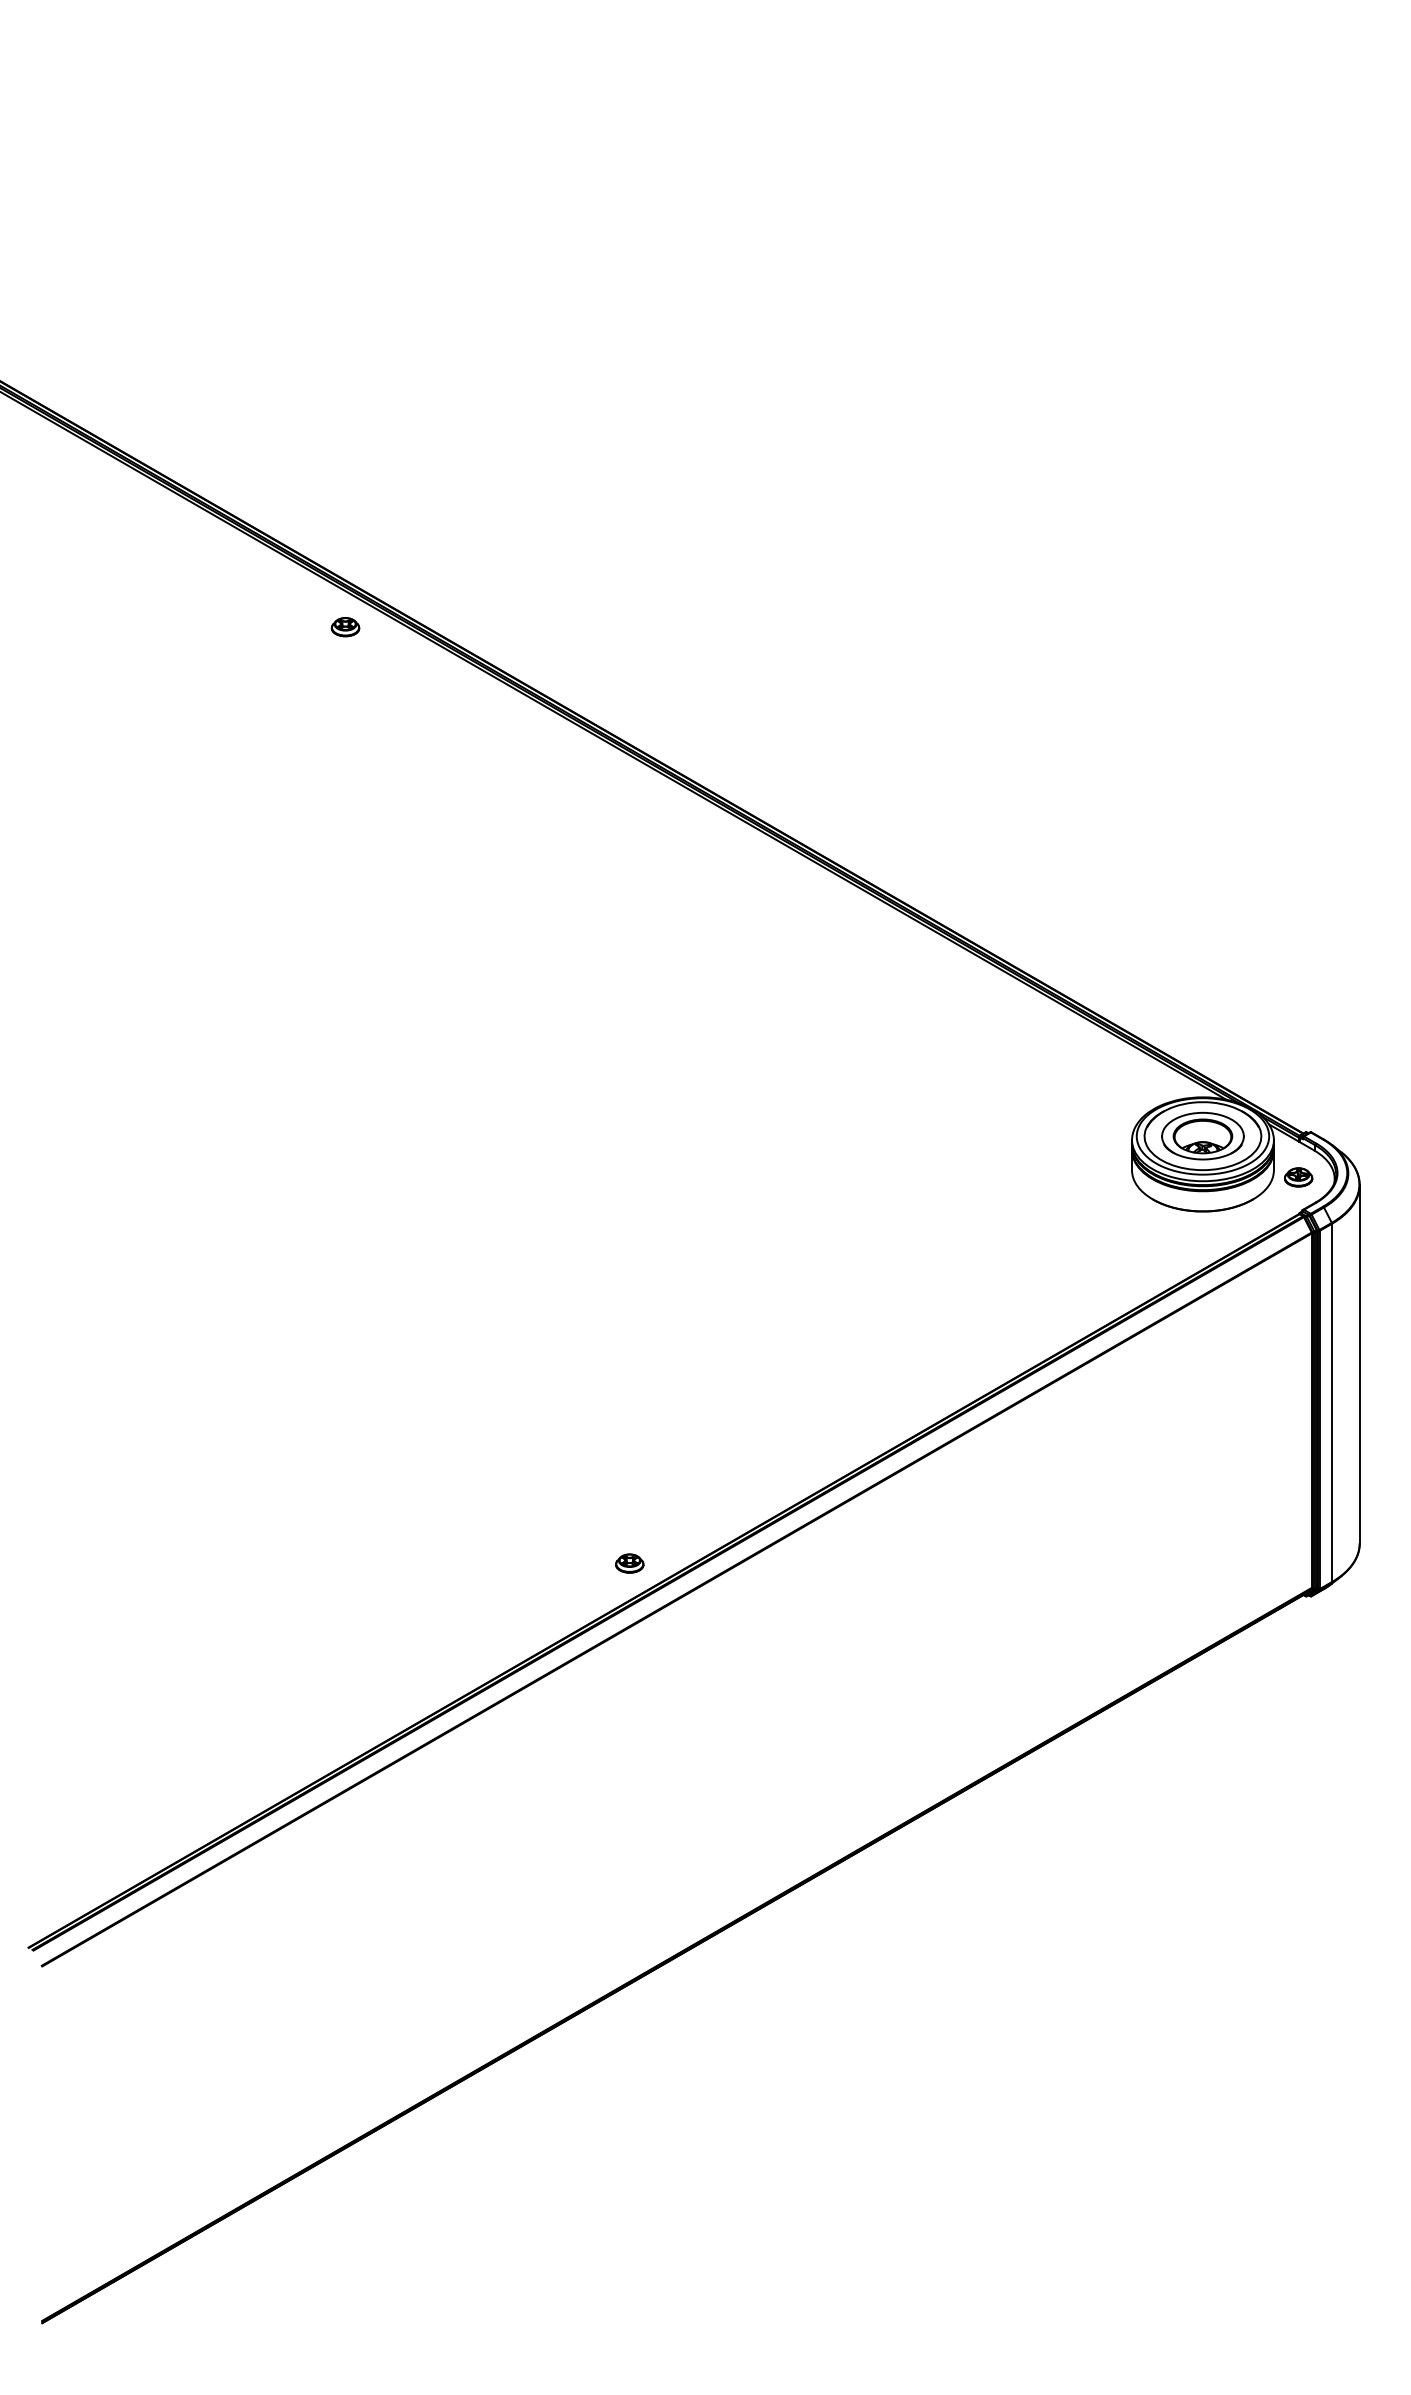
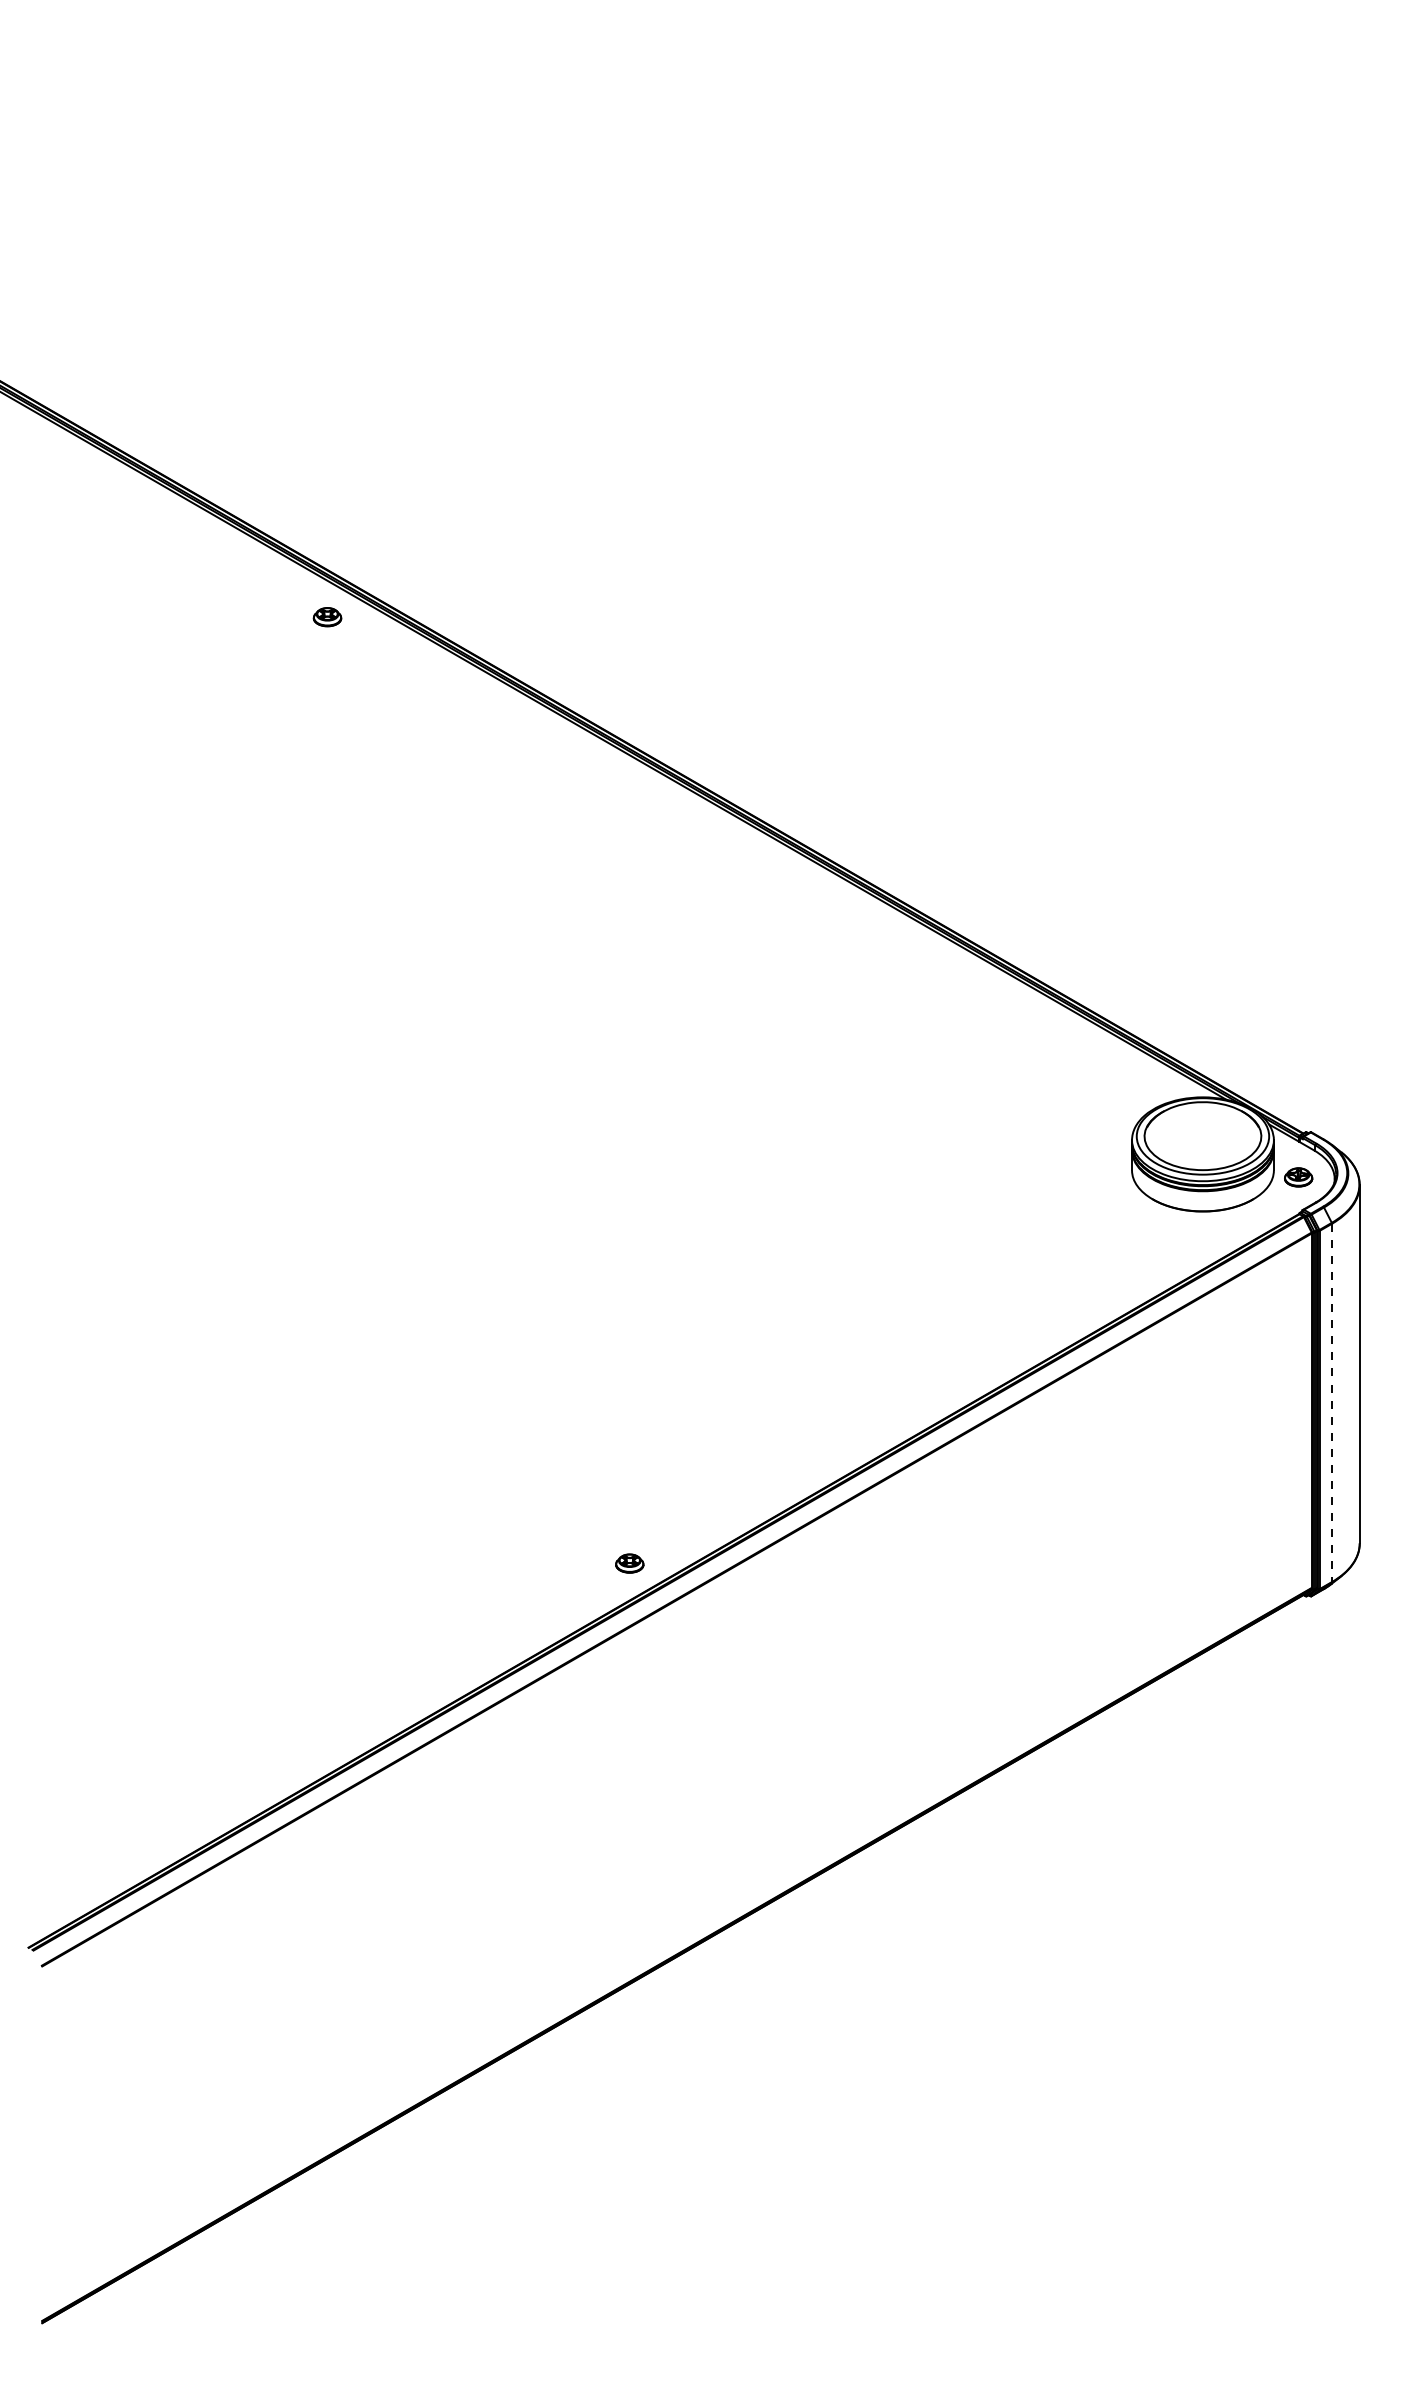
part at (345, 627) position: (345, 627) -> (327, 617)
part at (1202, 1135): present -> none
line at (1332, 1403): solid -> dashed
